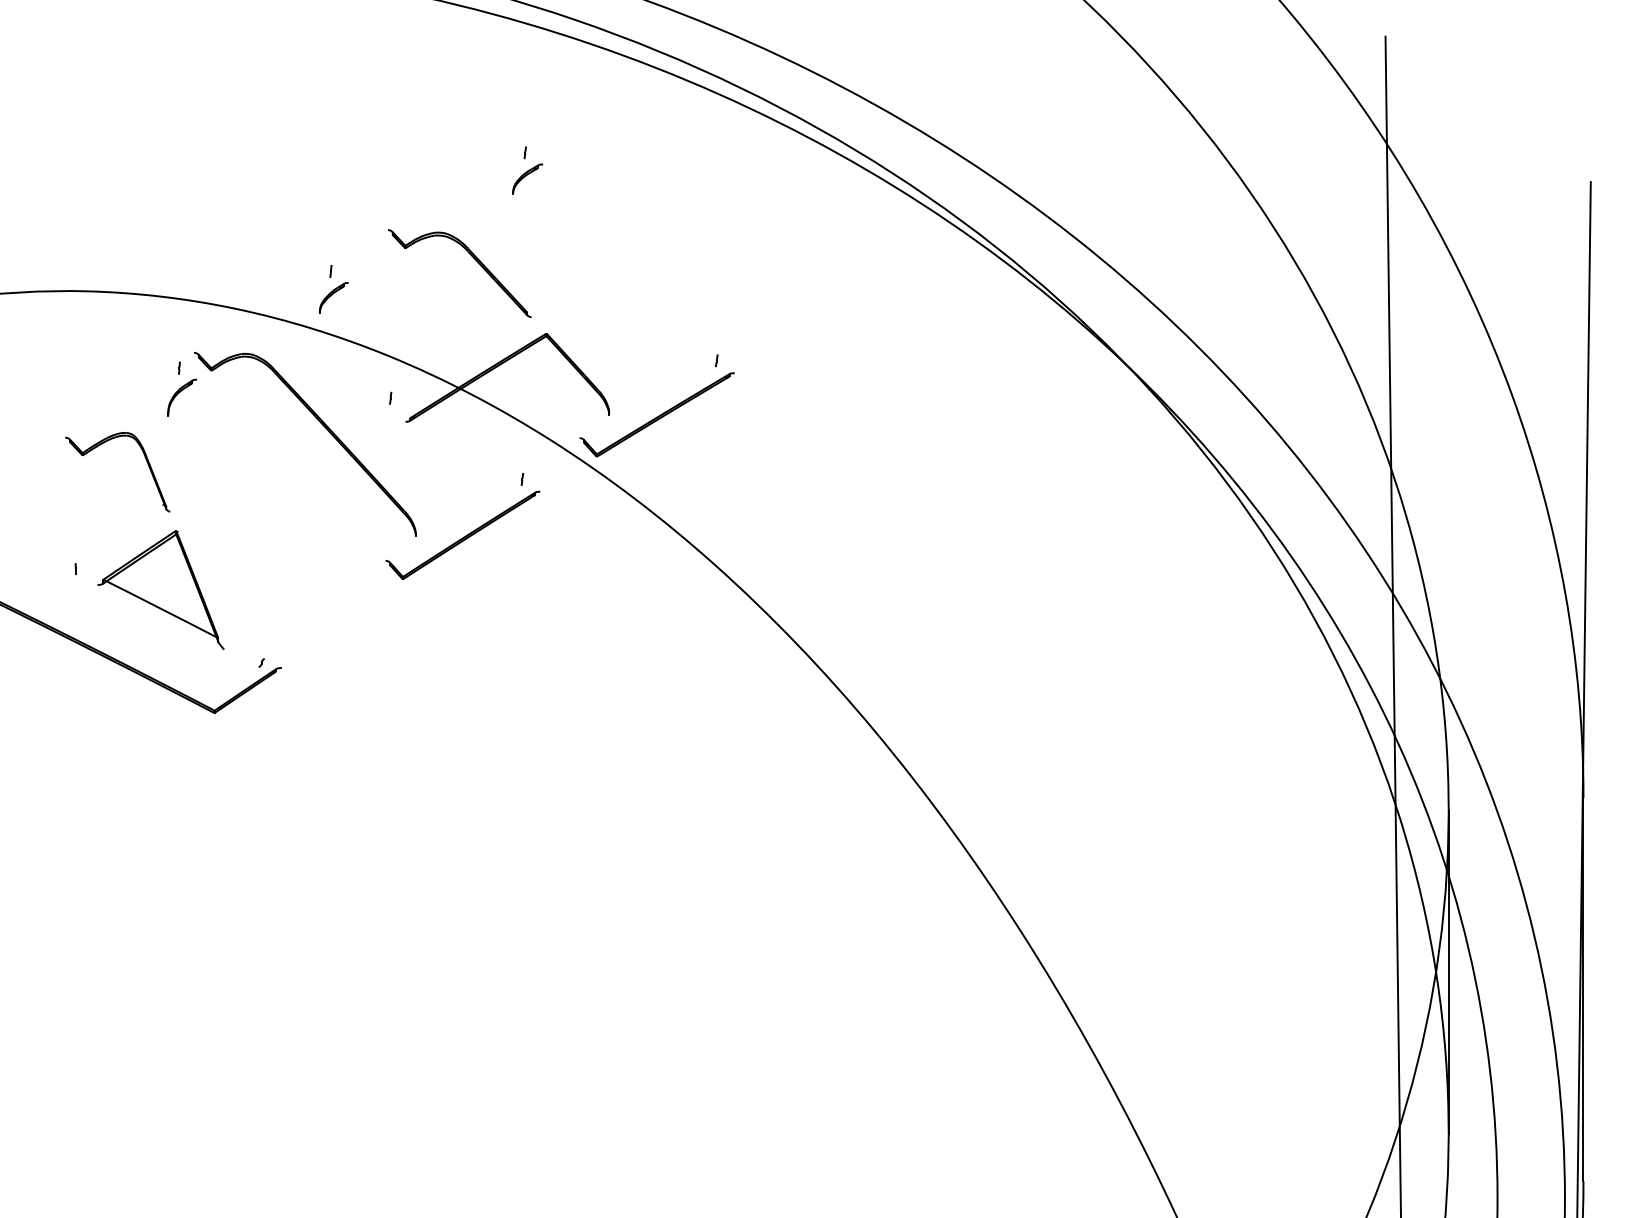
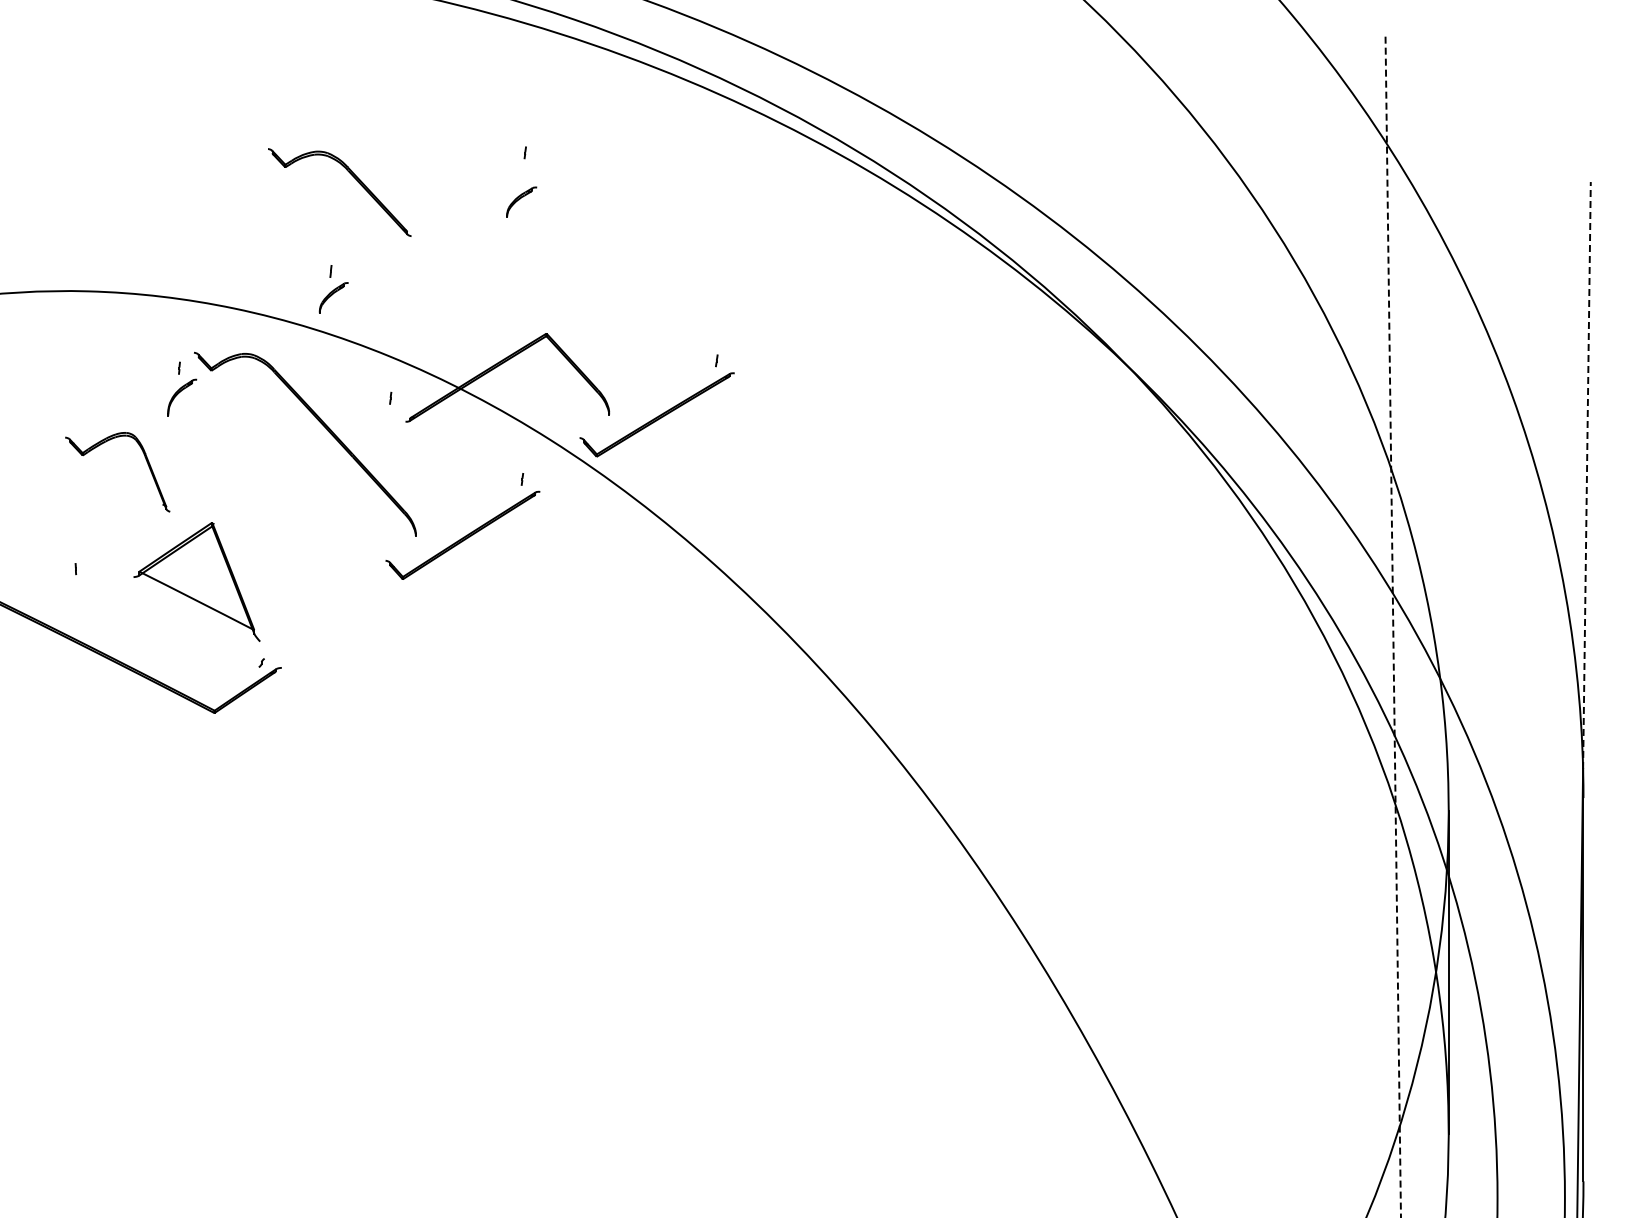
part at (527, 178) position: (527, 178) -> (521, 201)
part at (473, 258) position: (473, 258) -> (353, 177)
line at (1586, 475): solid -> dashed
part at (160, 589) position: (160, 589) -> (196, 581)
line at (1393, 627): solid -> dashed
